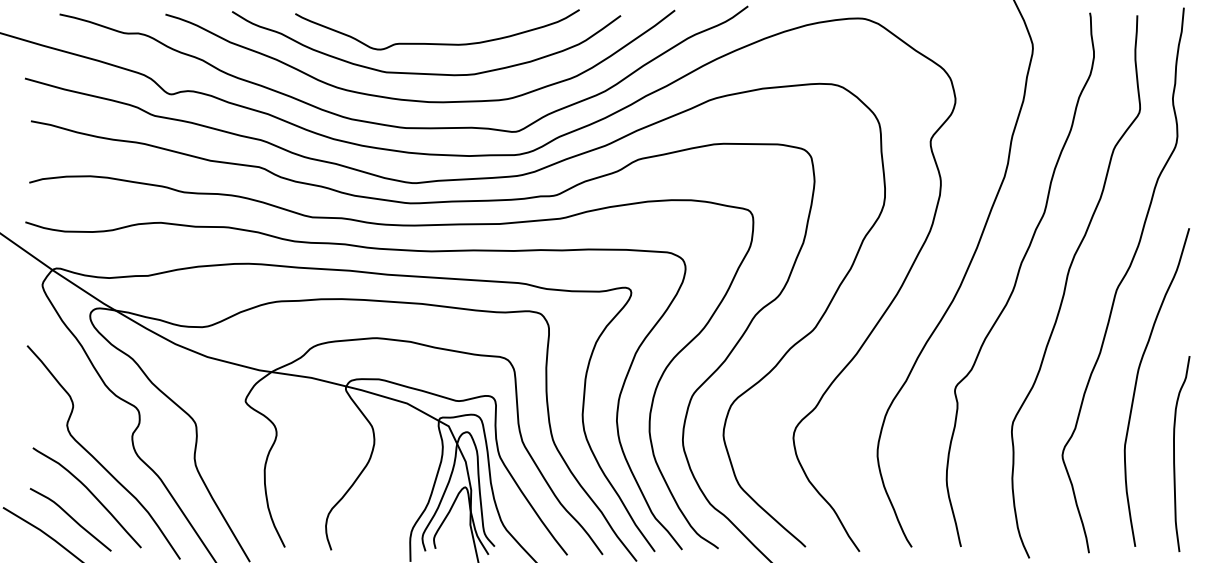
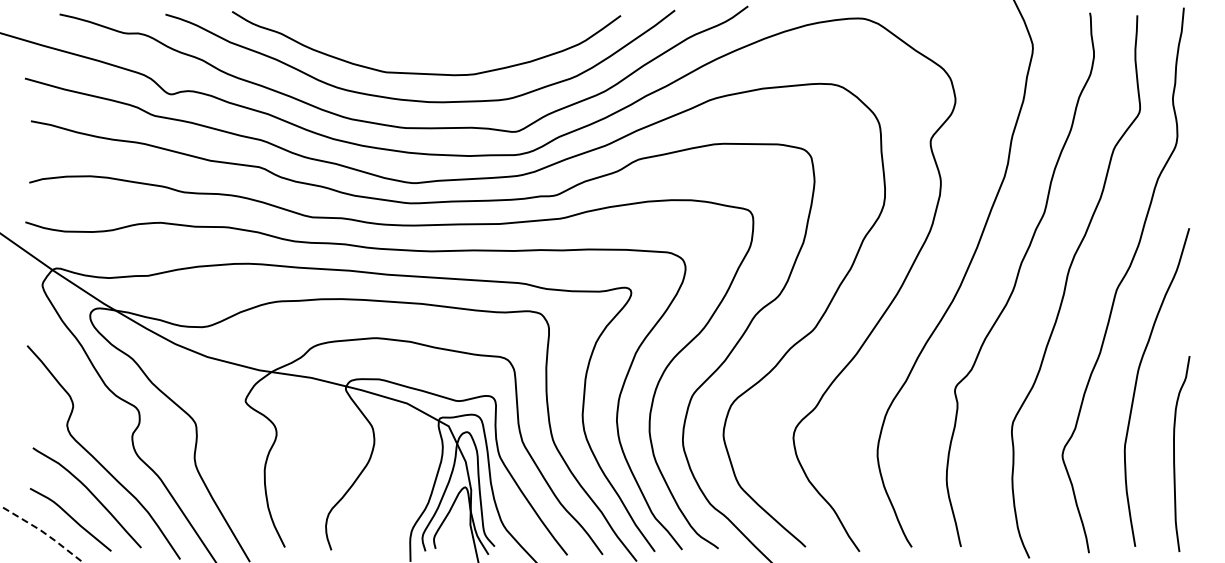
curve at (437, 43): present -> none
line at (44, 533): solid -> dashed
